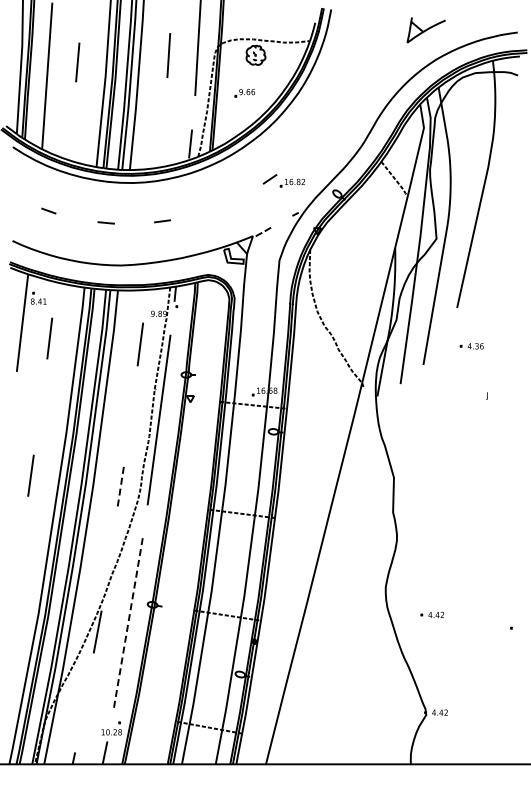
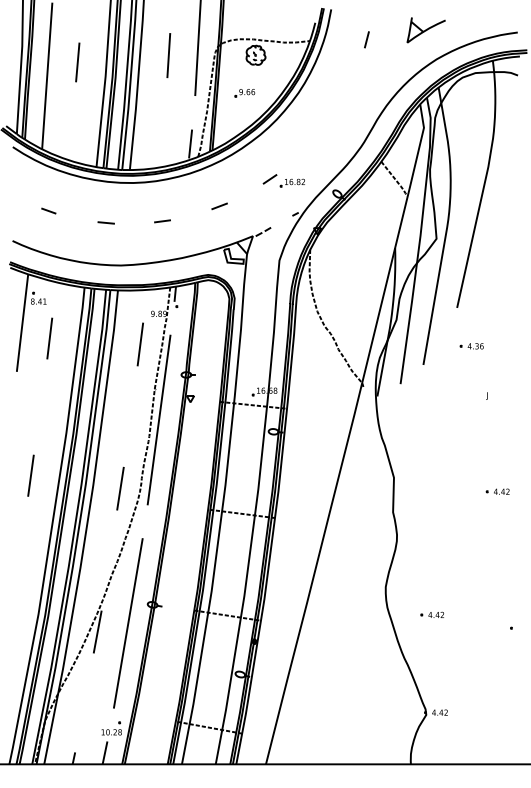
line at (366, 39): none -> present
line at (219, 206): none -> present
line at (120, 489): dashed -> solid
part at (497, 491): none -> present
line at (128, 623): dashed -> solid
